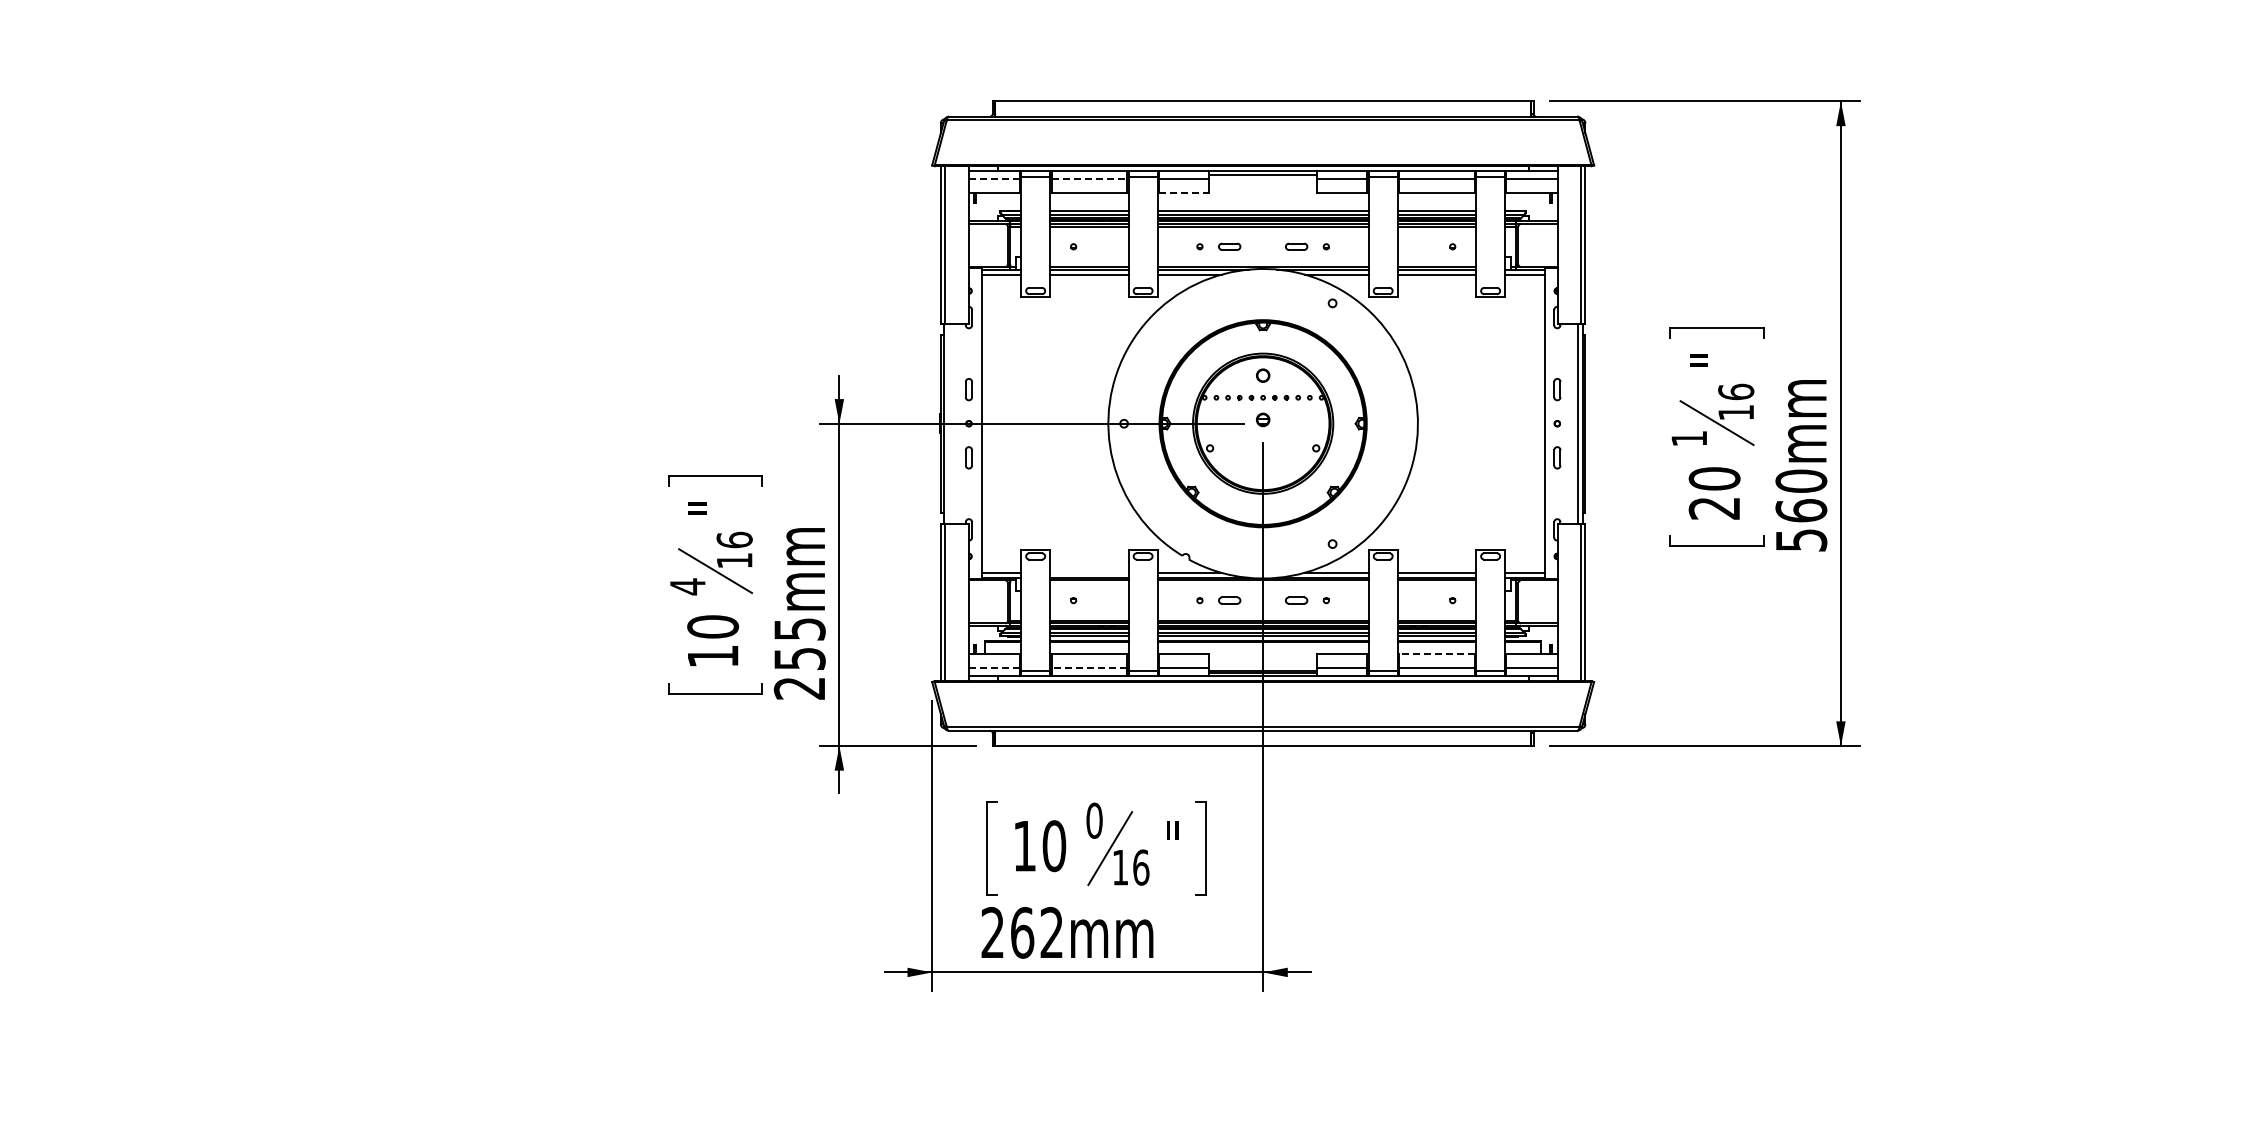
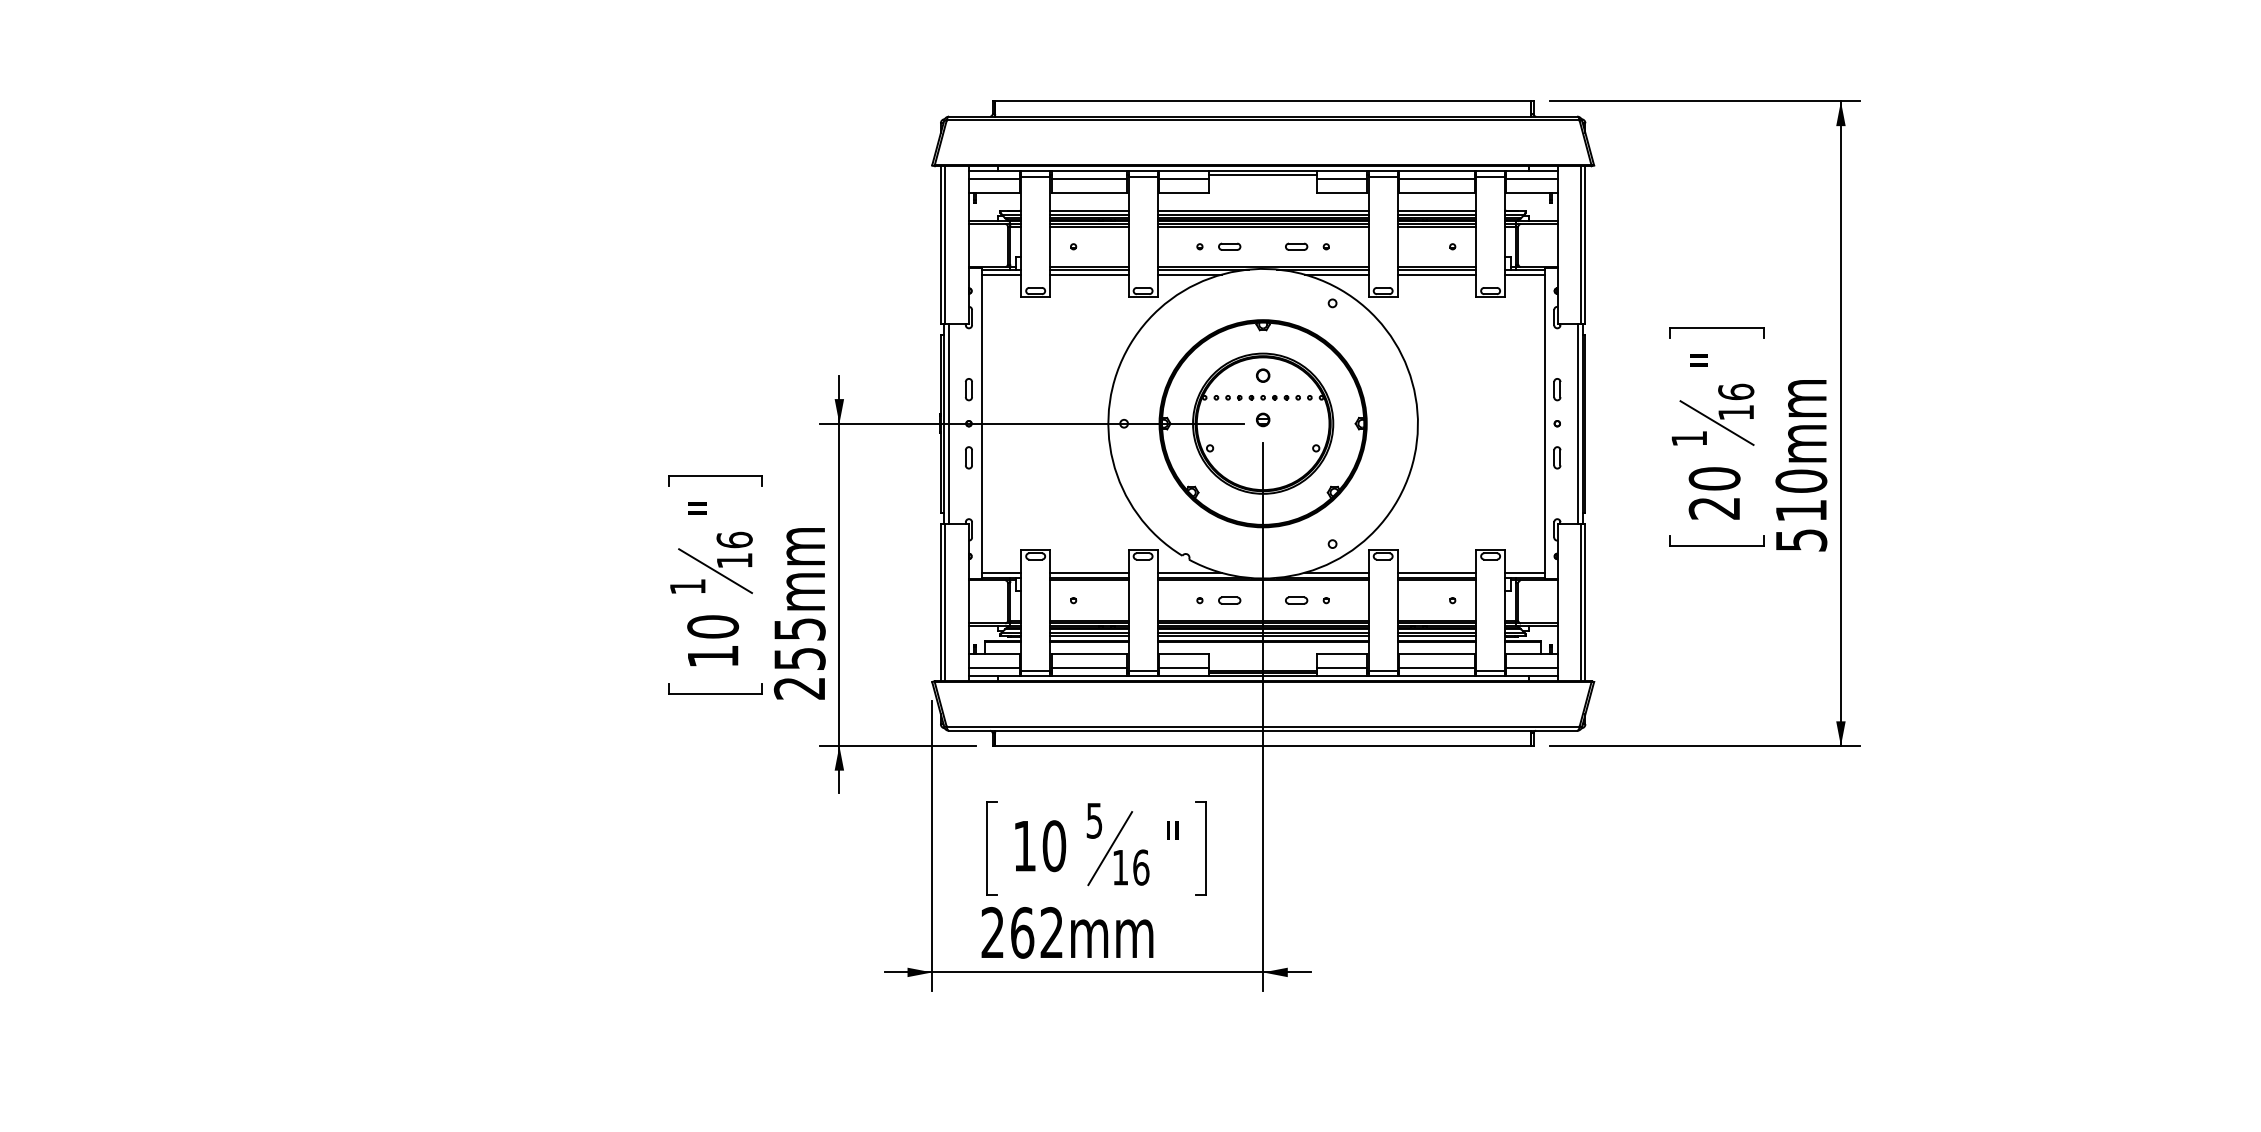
line at (994, 179): dashed -> solid
line at (1089, 179): dashed -> solid
line at (1184, 193): dashed -> solid
line at (948, 423): none -> present
text at (1801, 510): 560mm -> 510mm
line at (1089, 572): none -> present
text at (687, 586): 4 -> 1
line at (1436, 654): dashed -> solid
line at (994, 667): dashed -> solid
line at (1089, 667): dashed -> solid
text at (1094, 820): 0 -> 5
